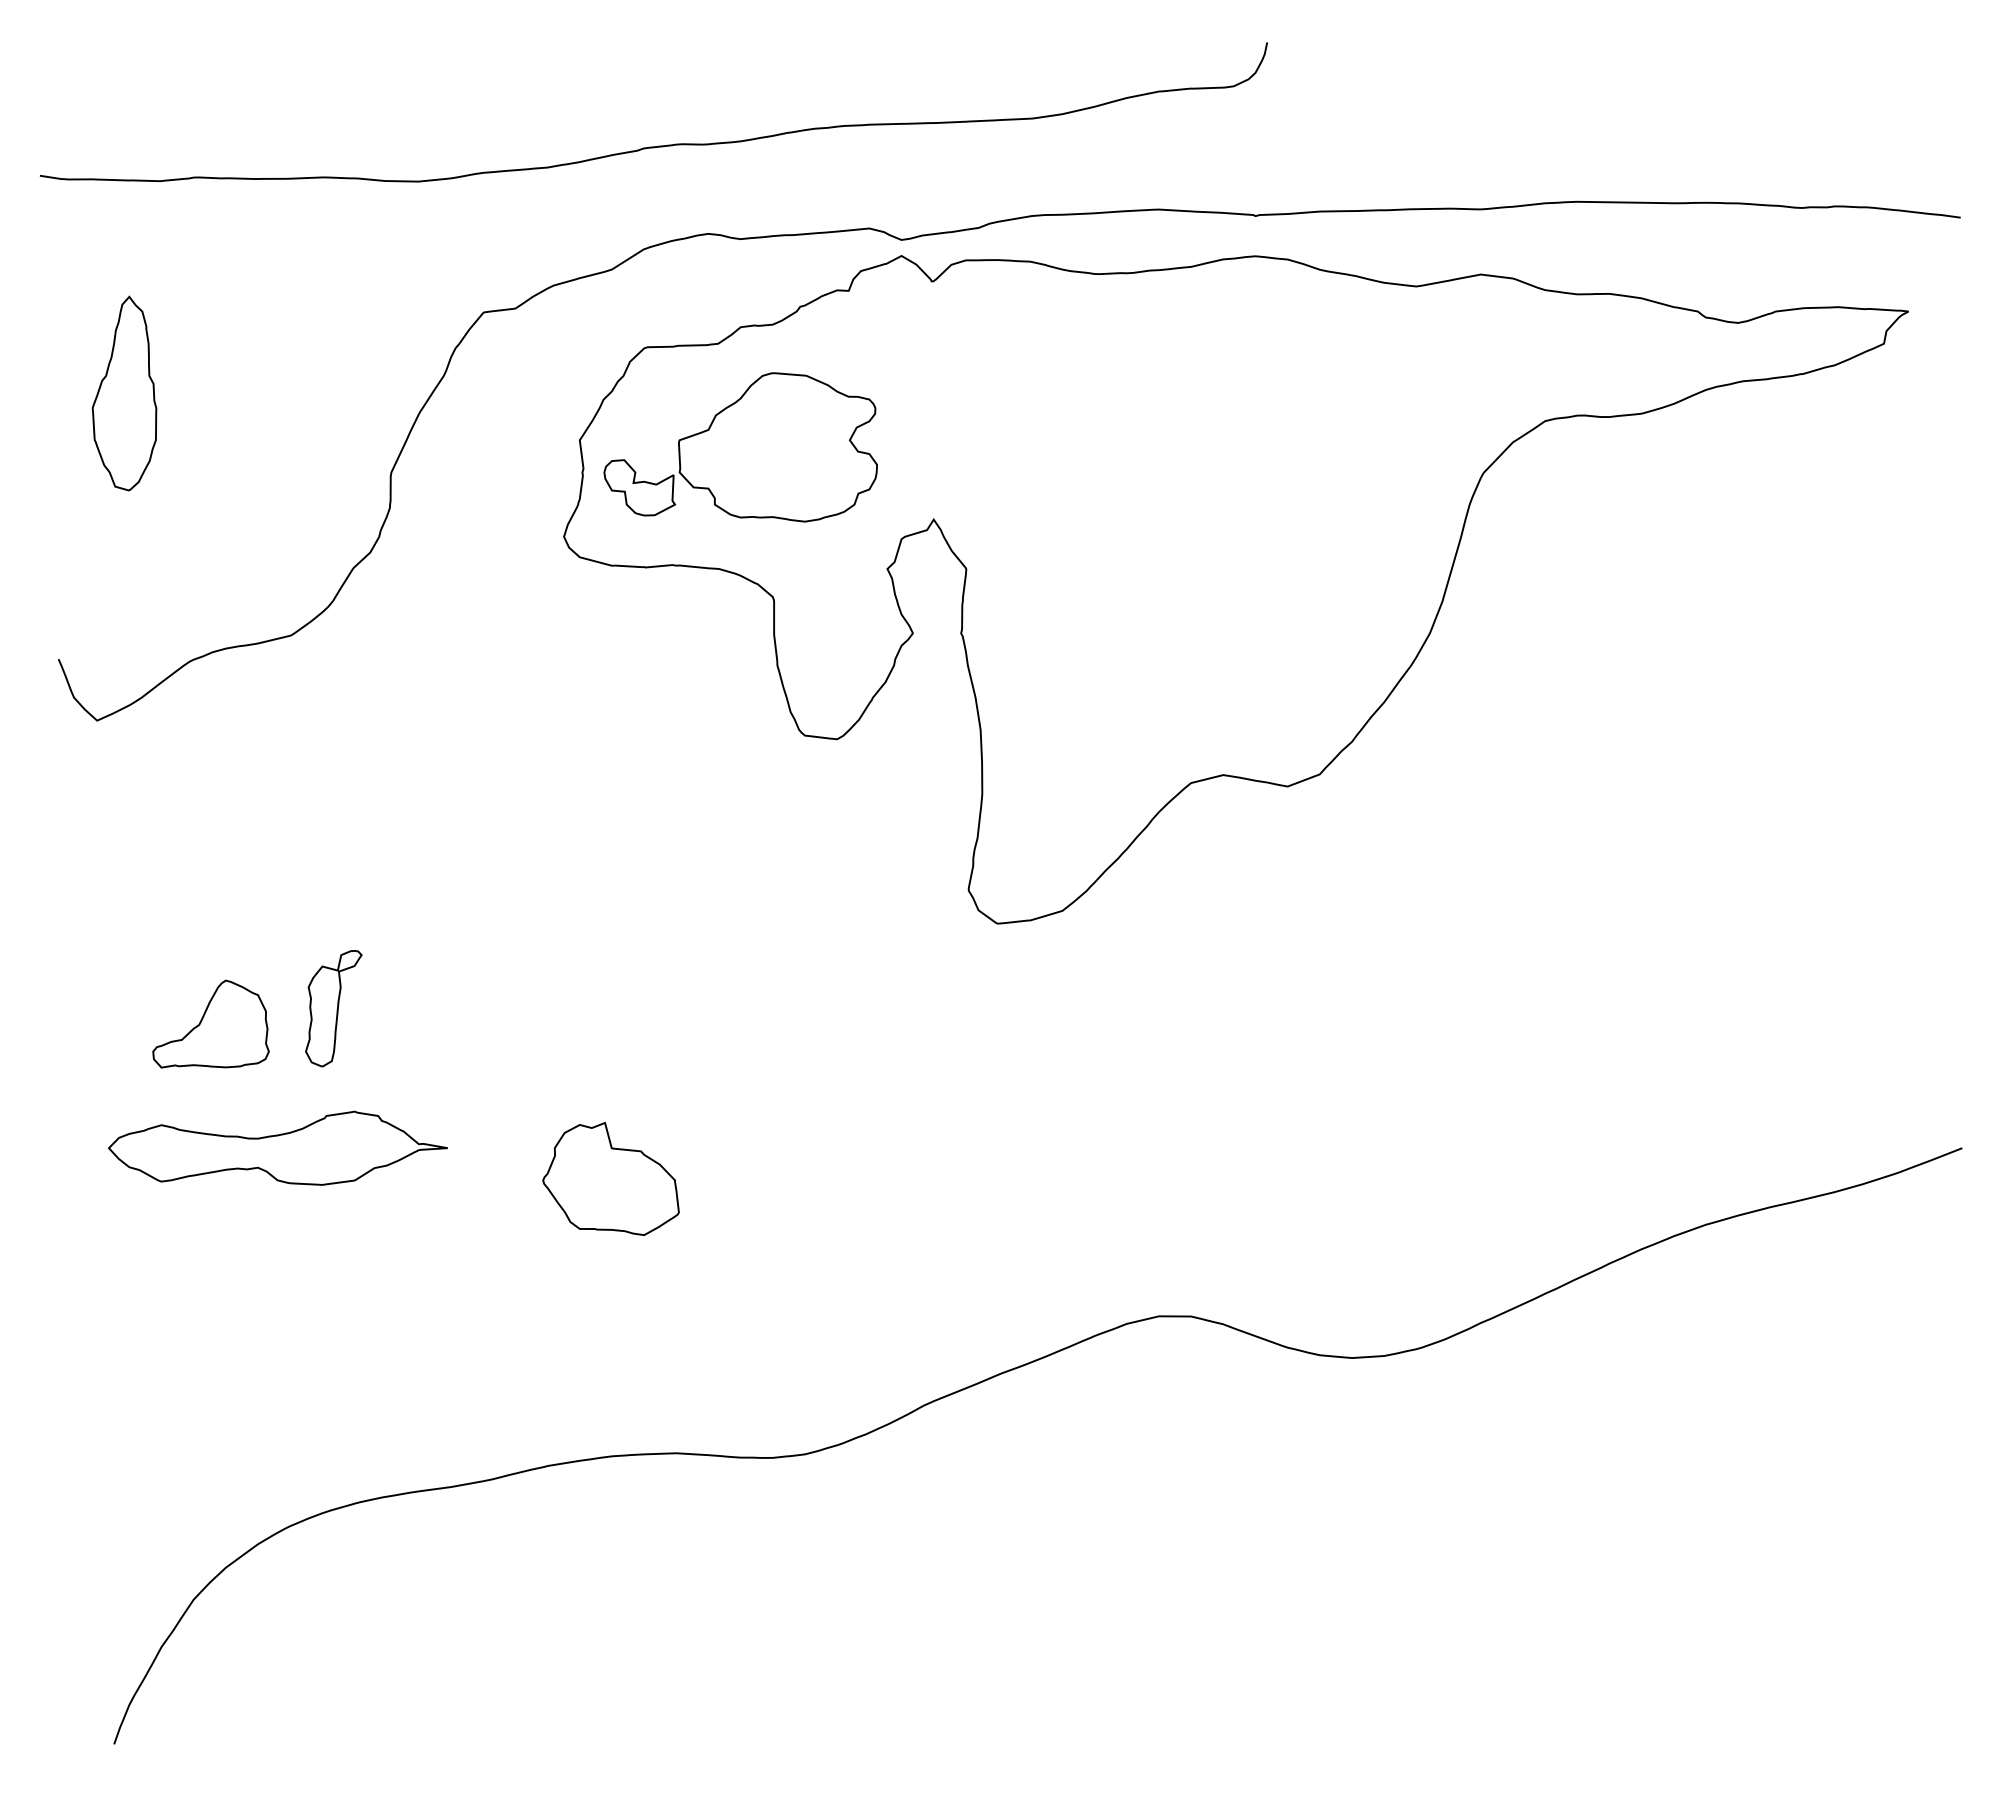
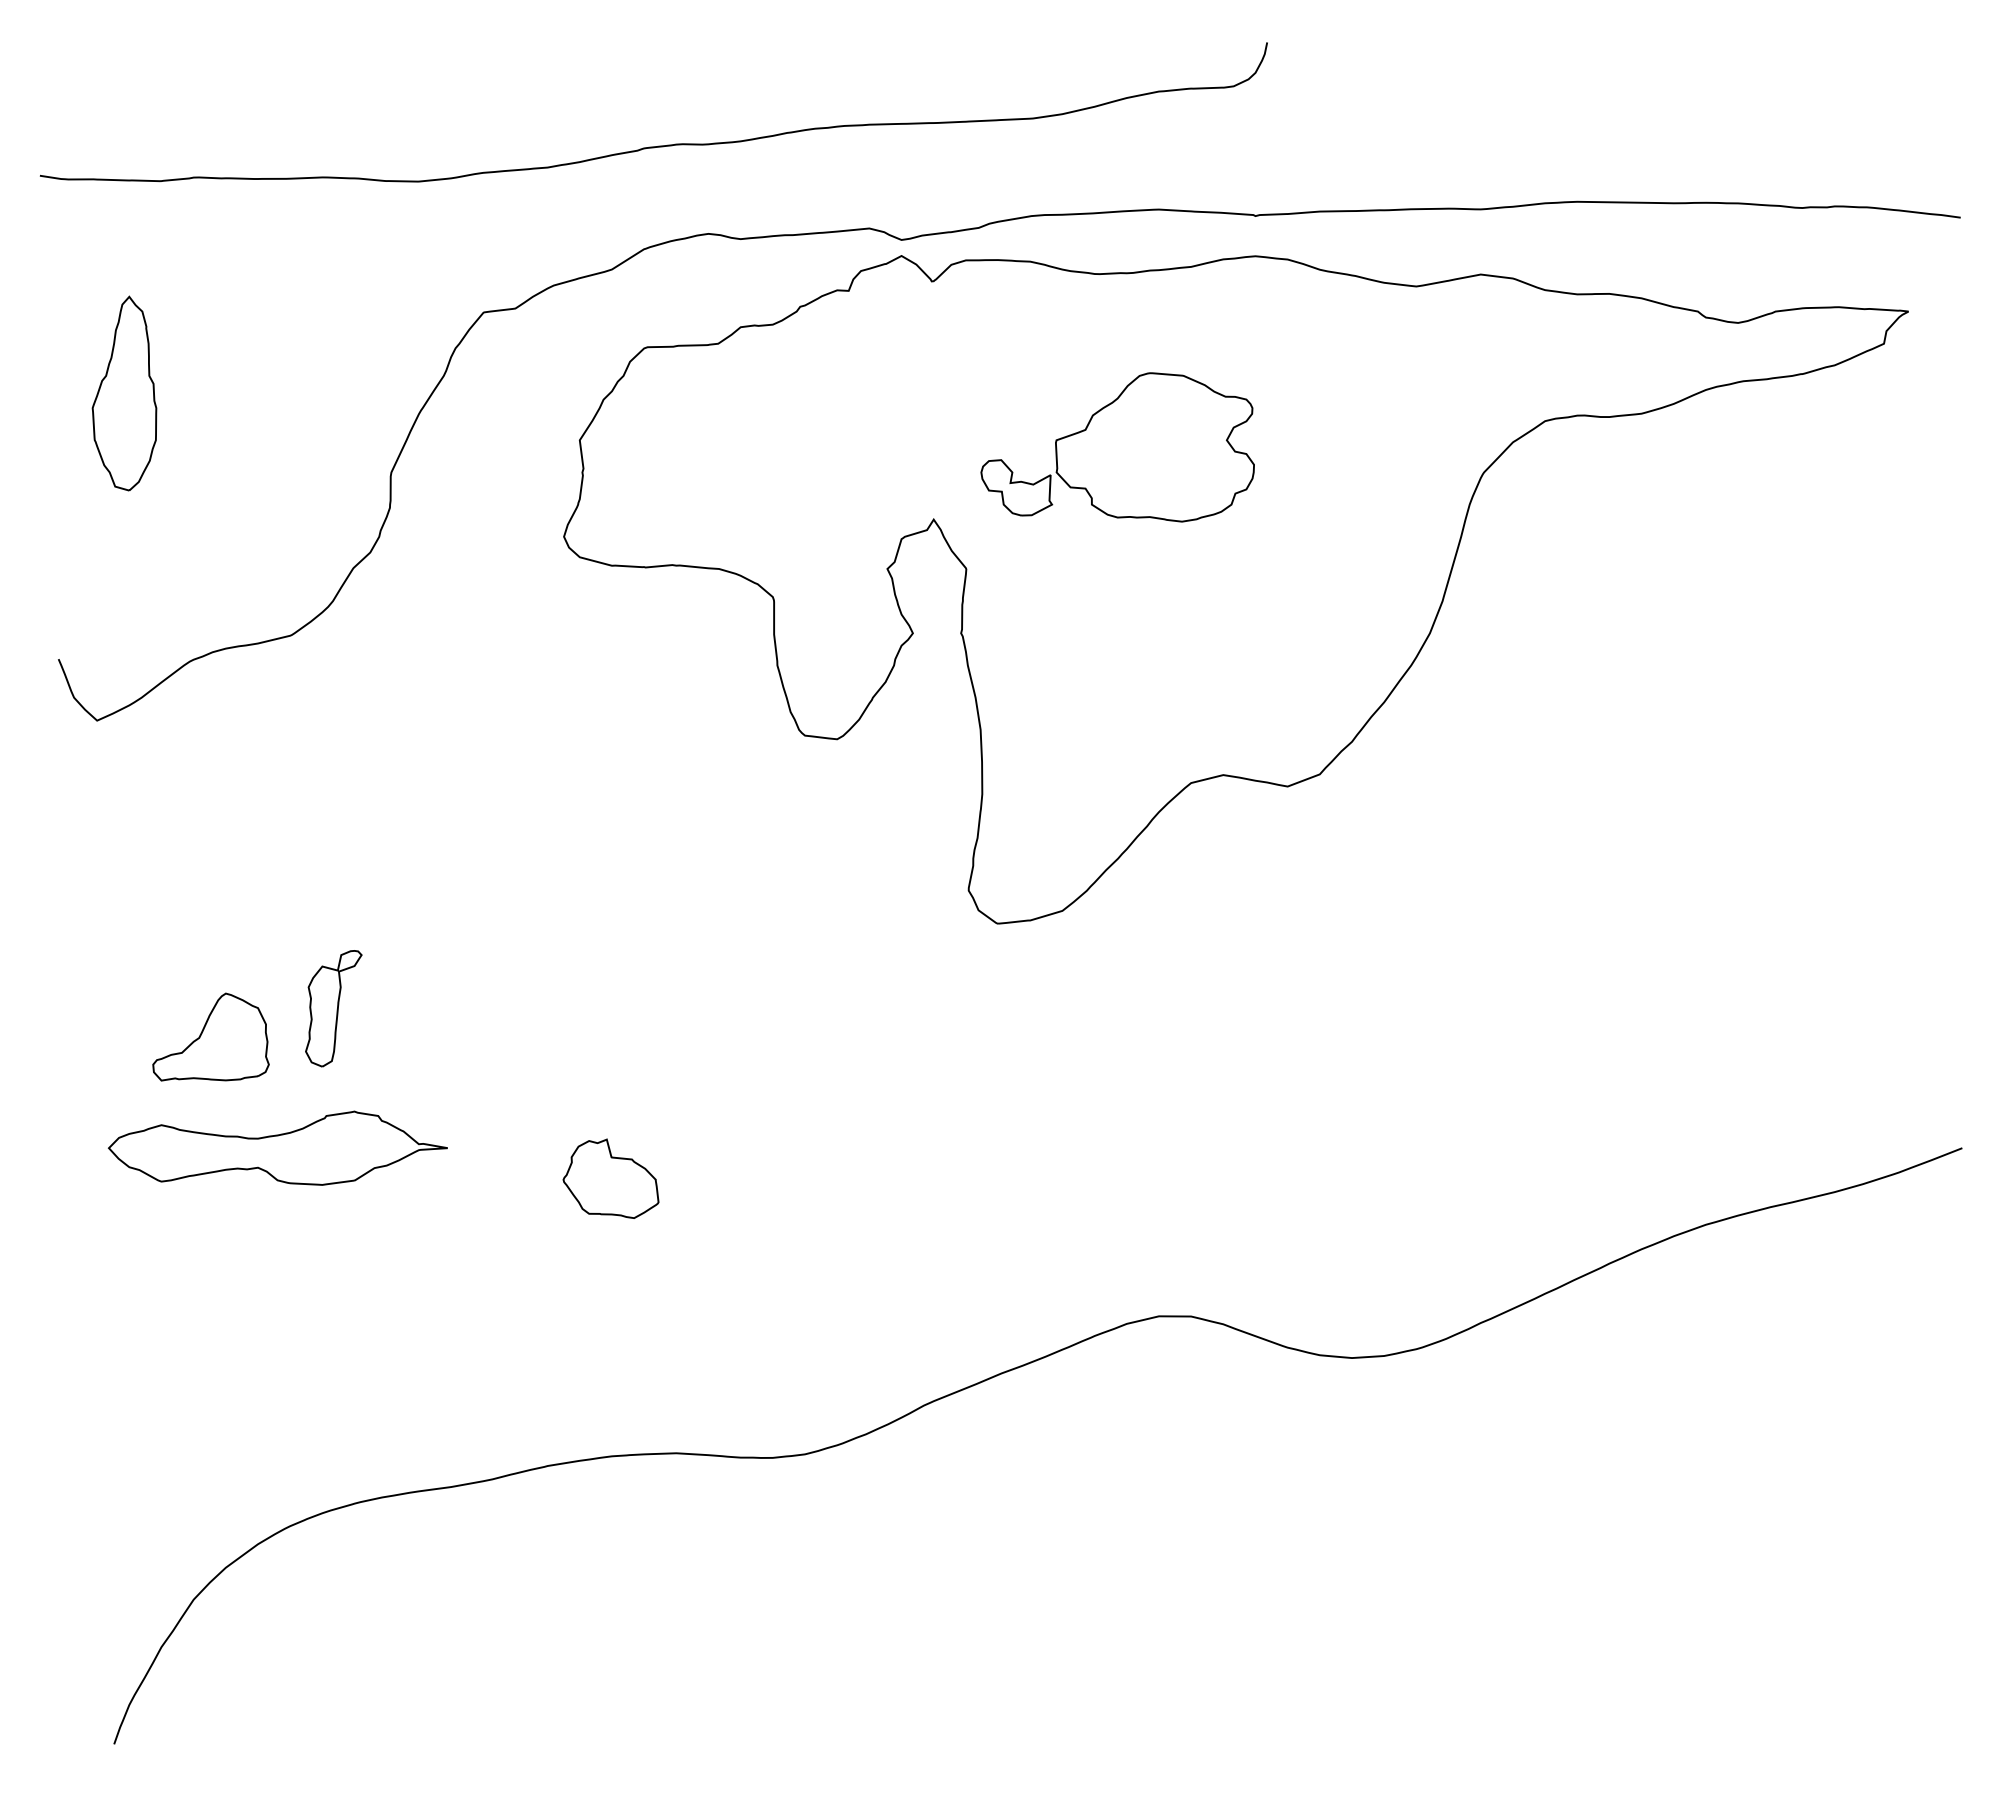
part at (740, 447) position: (740, 447) -> (1117, 447)
part at (210, 1023) position: (210, 1023) -> (210, 1036)
part at (610, 1178) size: 138x115 px -> 98x81 px
